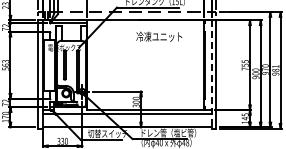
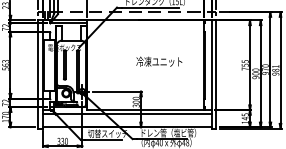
text at (159, 36) position: (159, 36) -> (159, 61)
line at (211, 75): dashed -> solid
